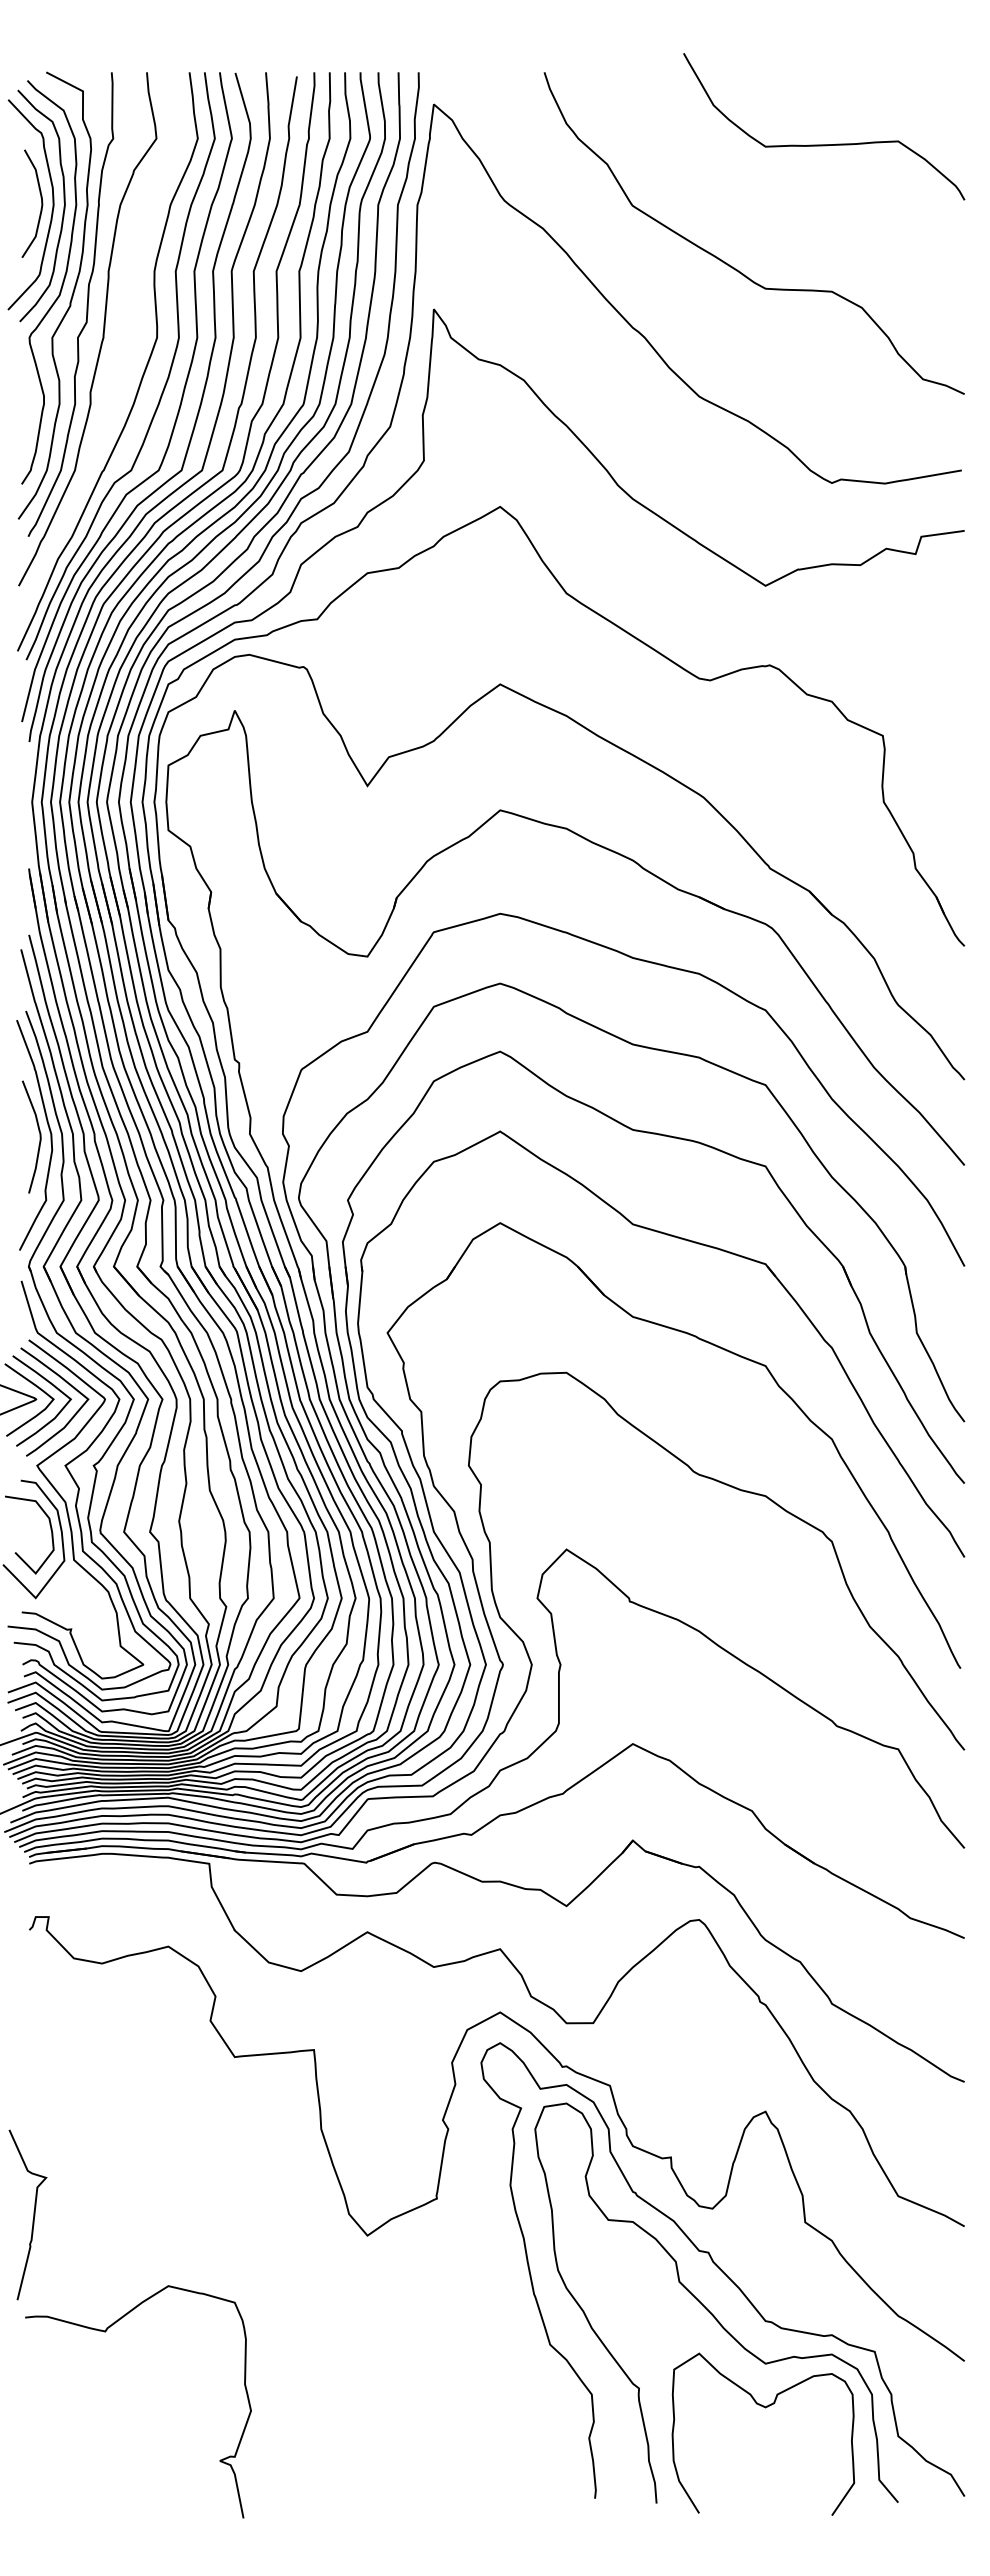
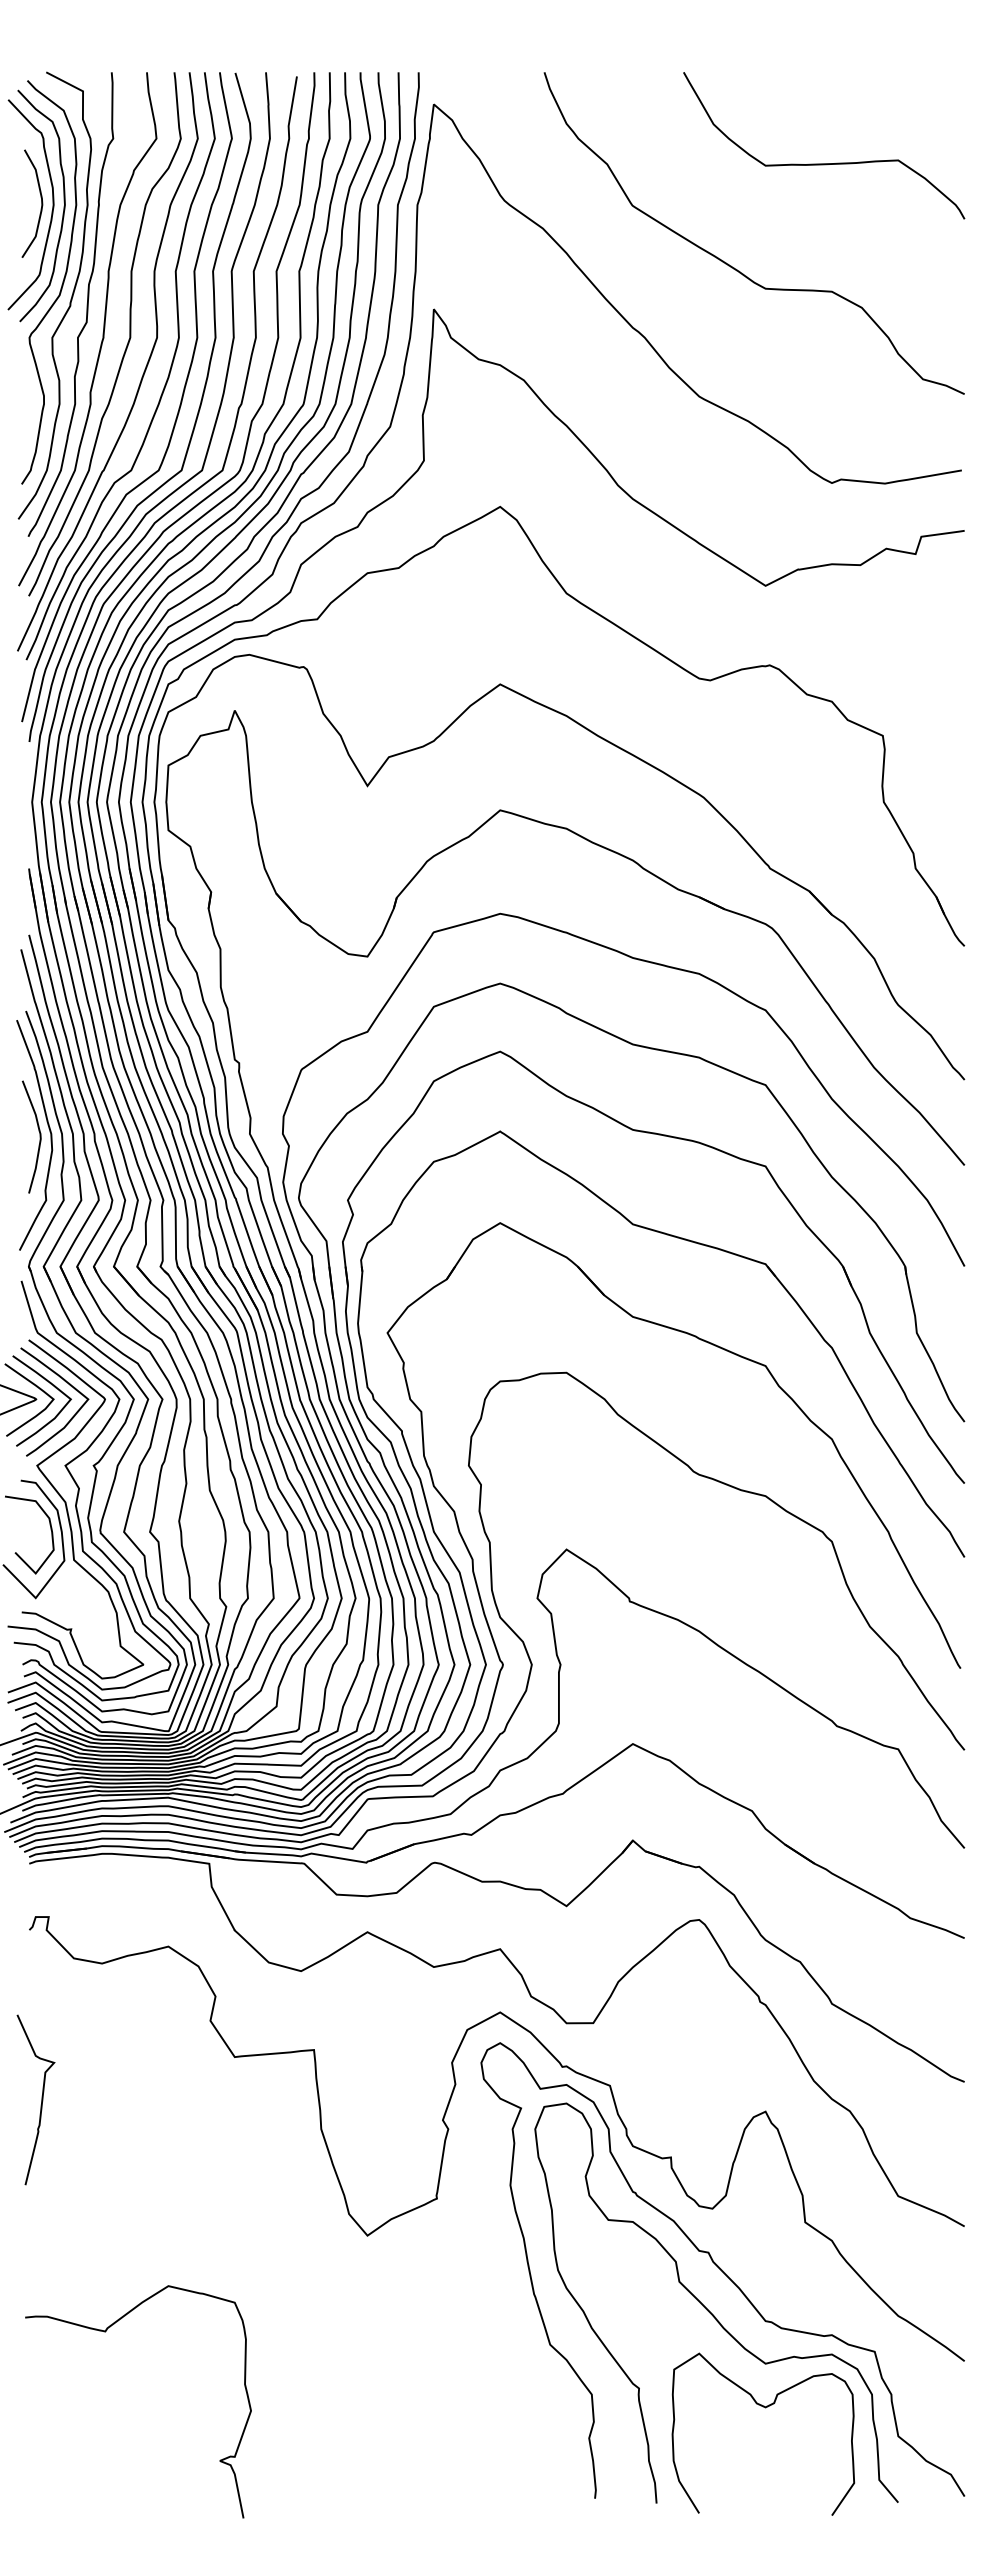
curve at (824, 144) position: (824, 144) -> (824, 163)
curve at (127, 342): none -> present
curve at (33, 2214) position: (33, 2214) -> (41, 2099)
